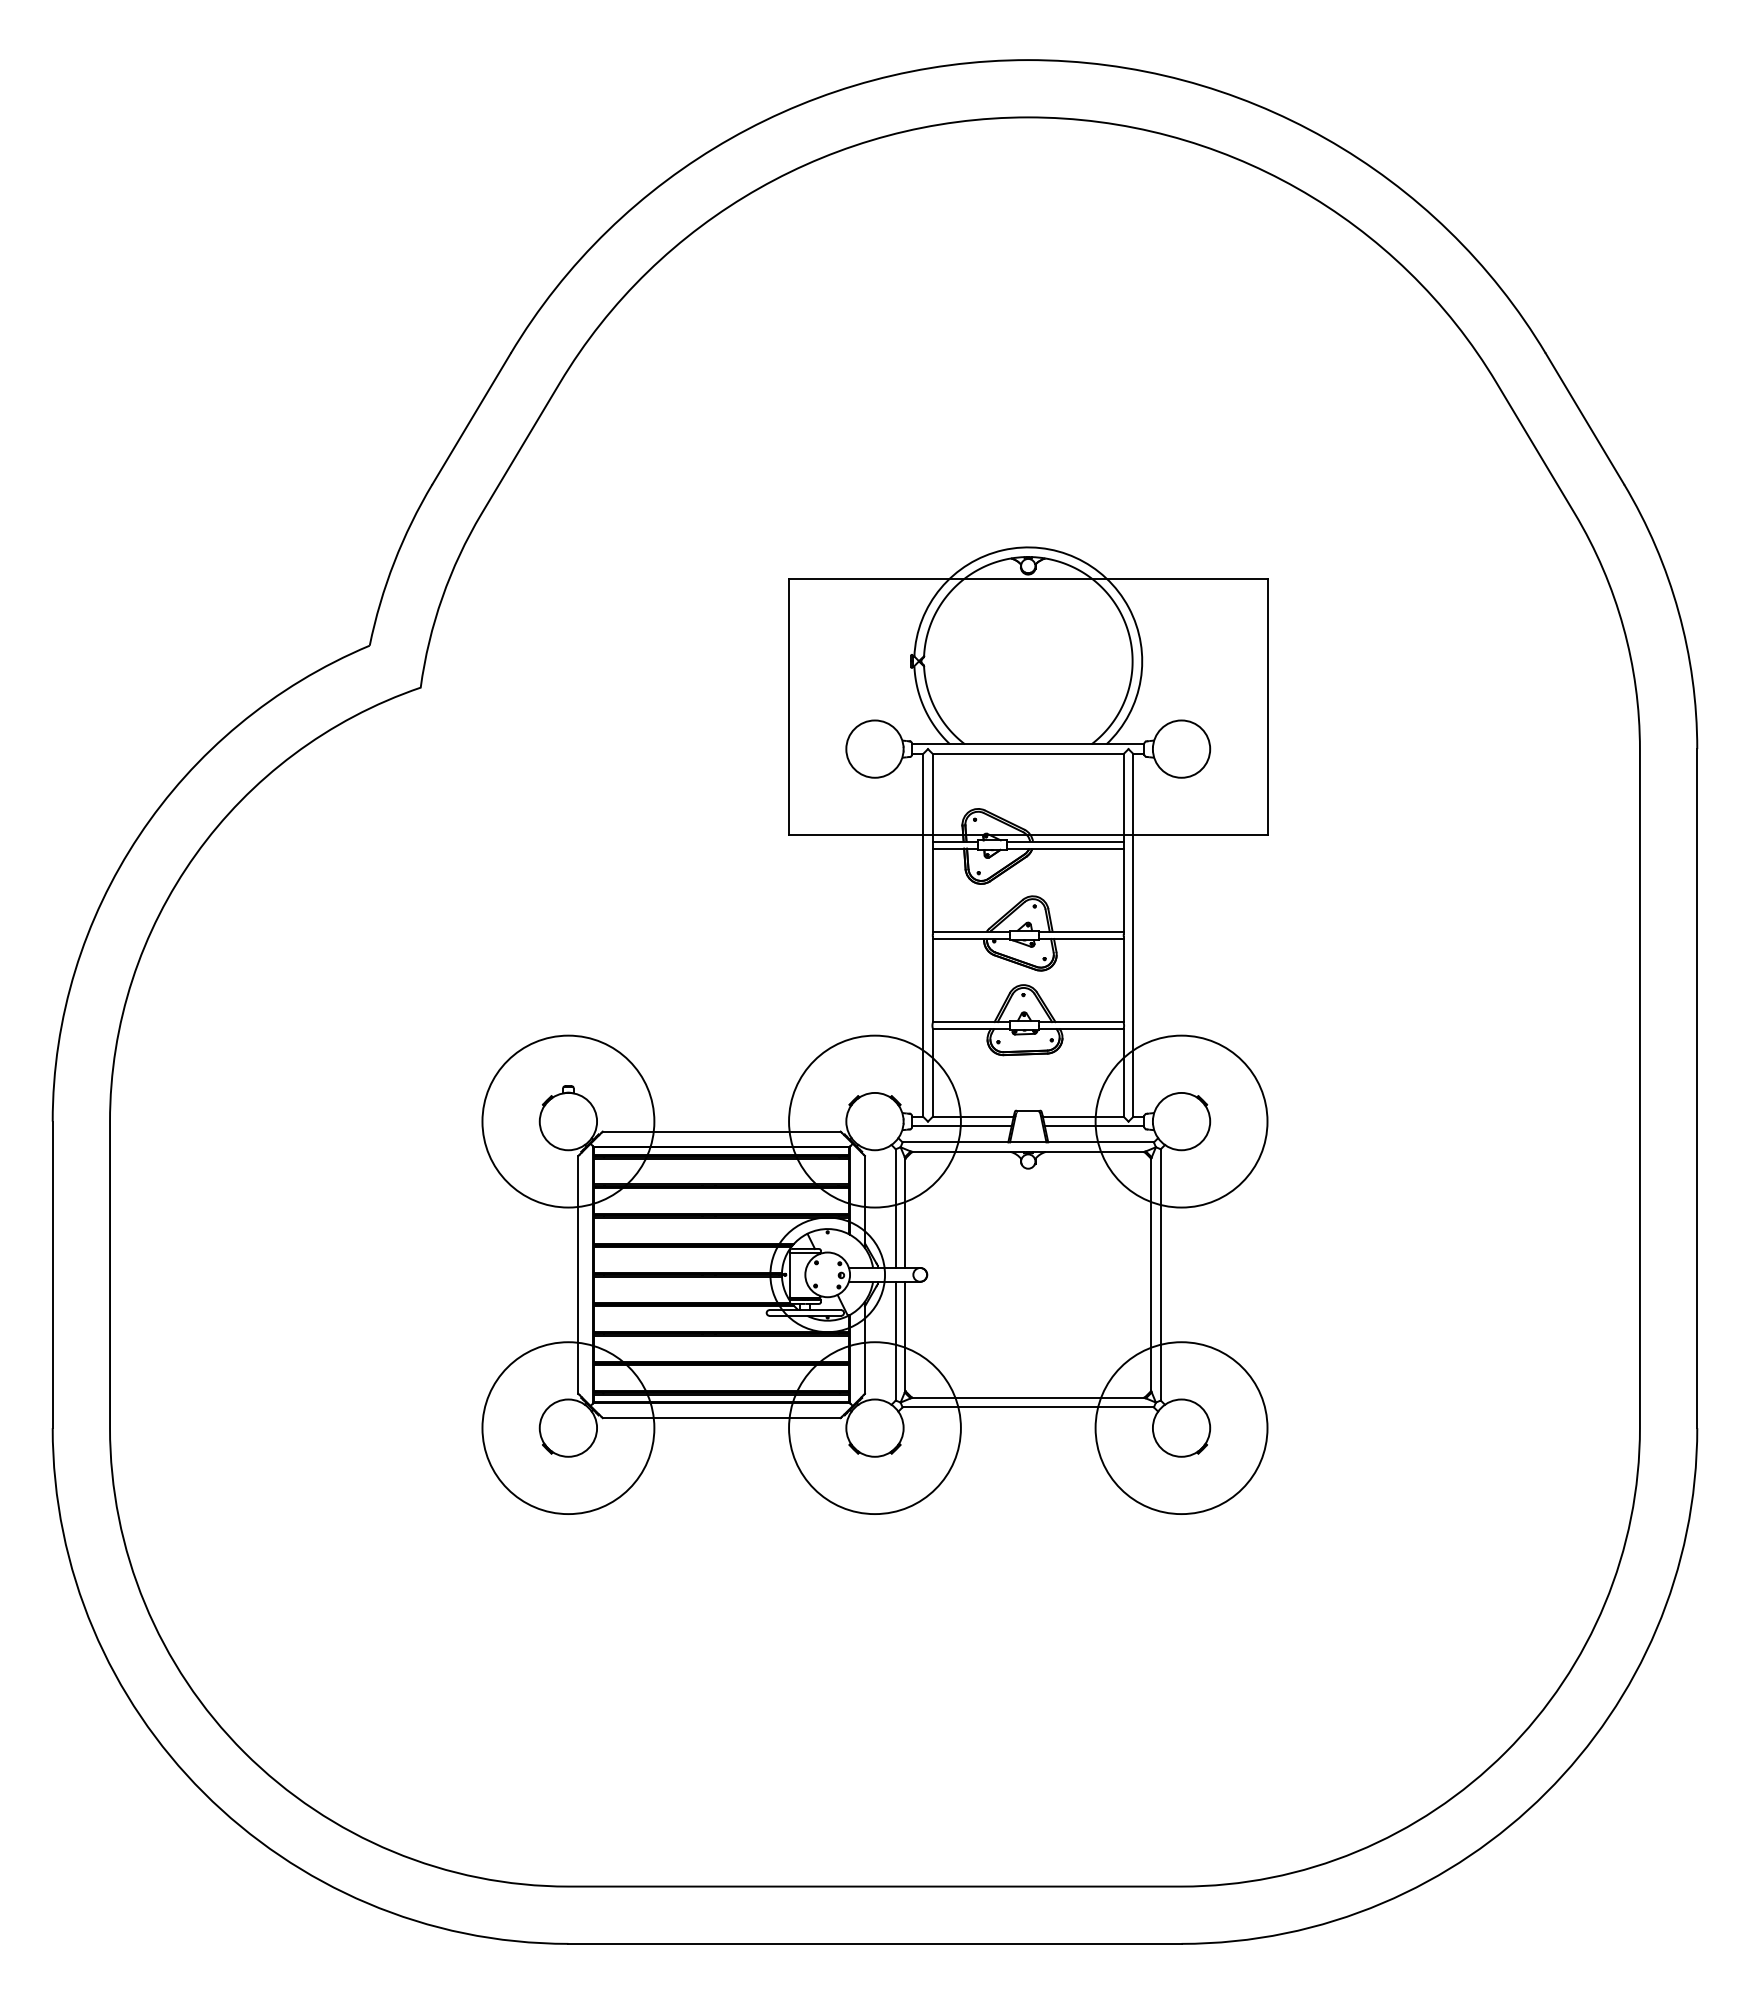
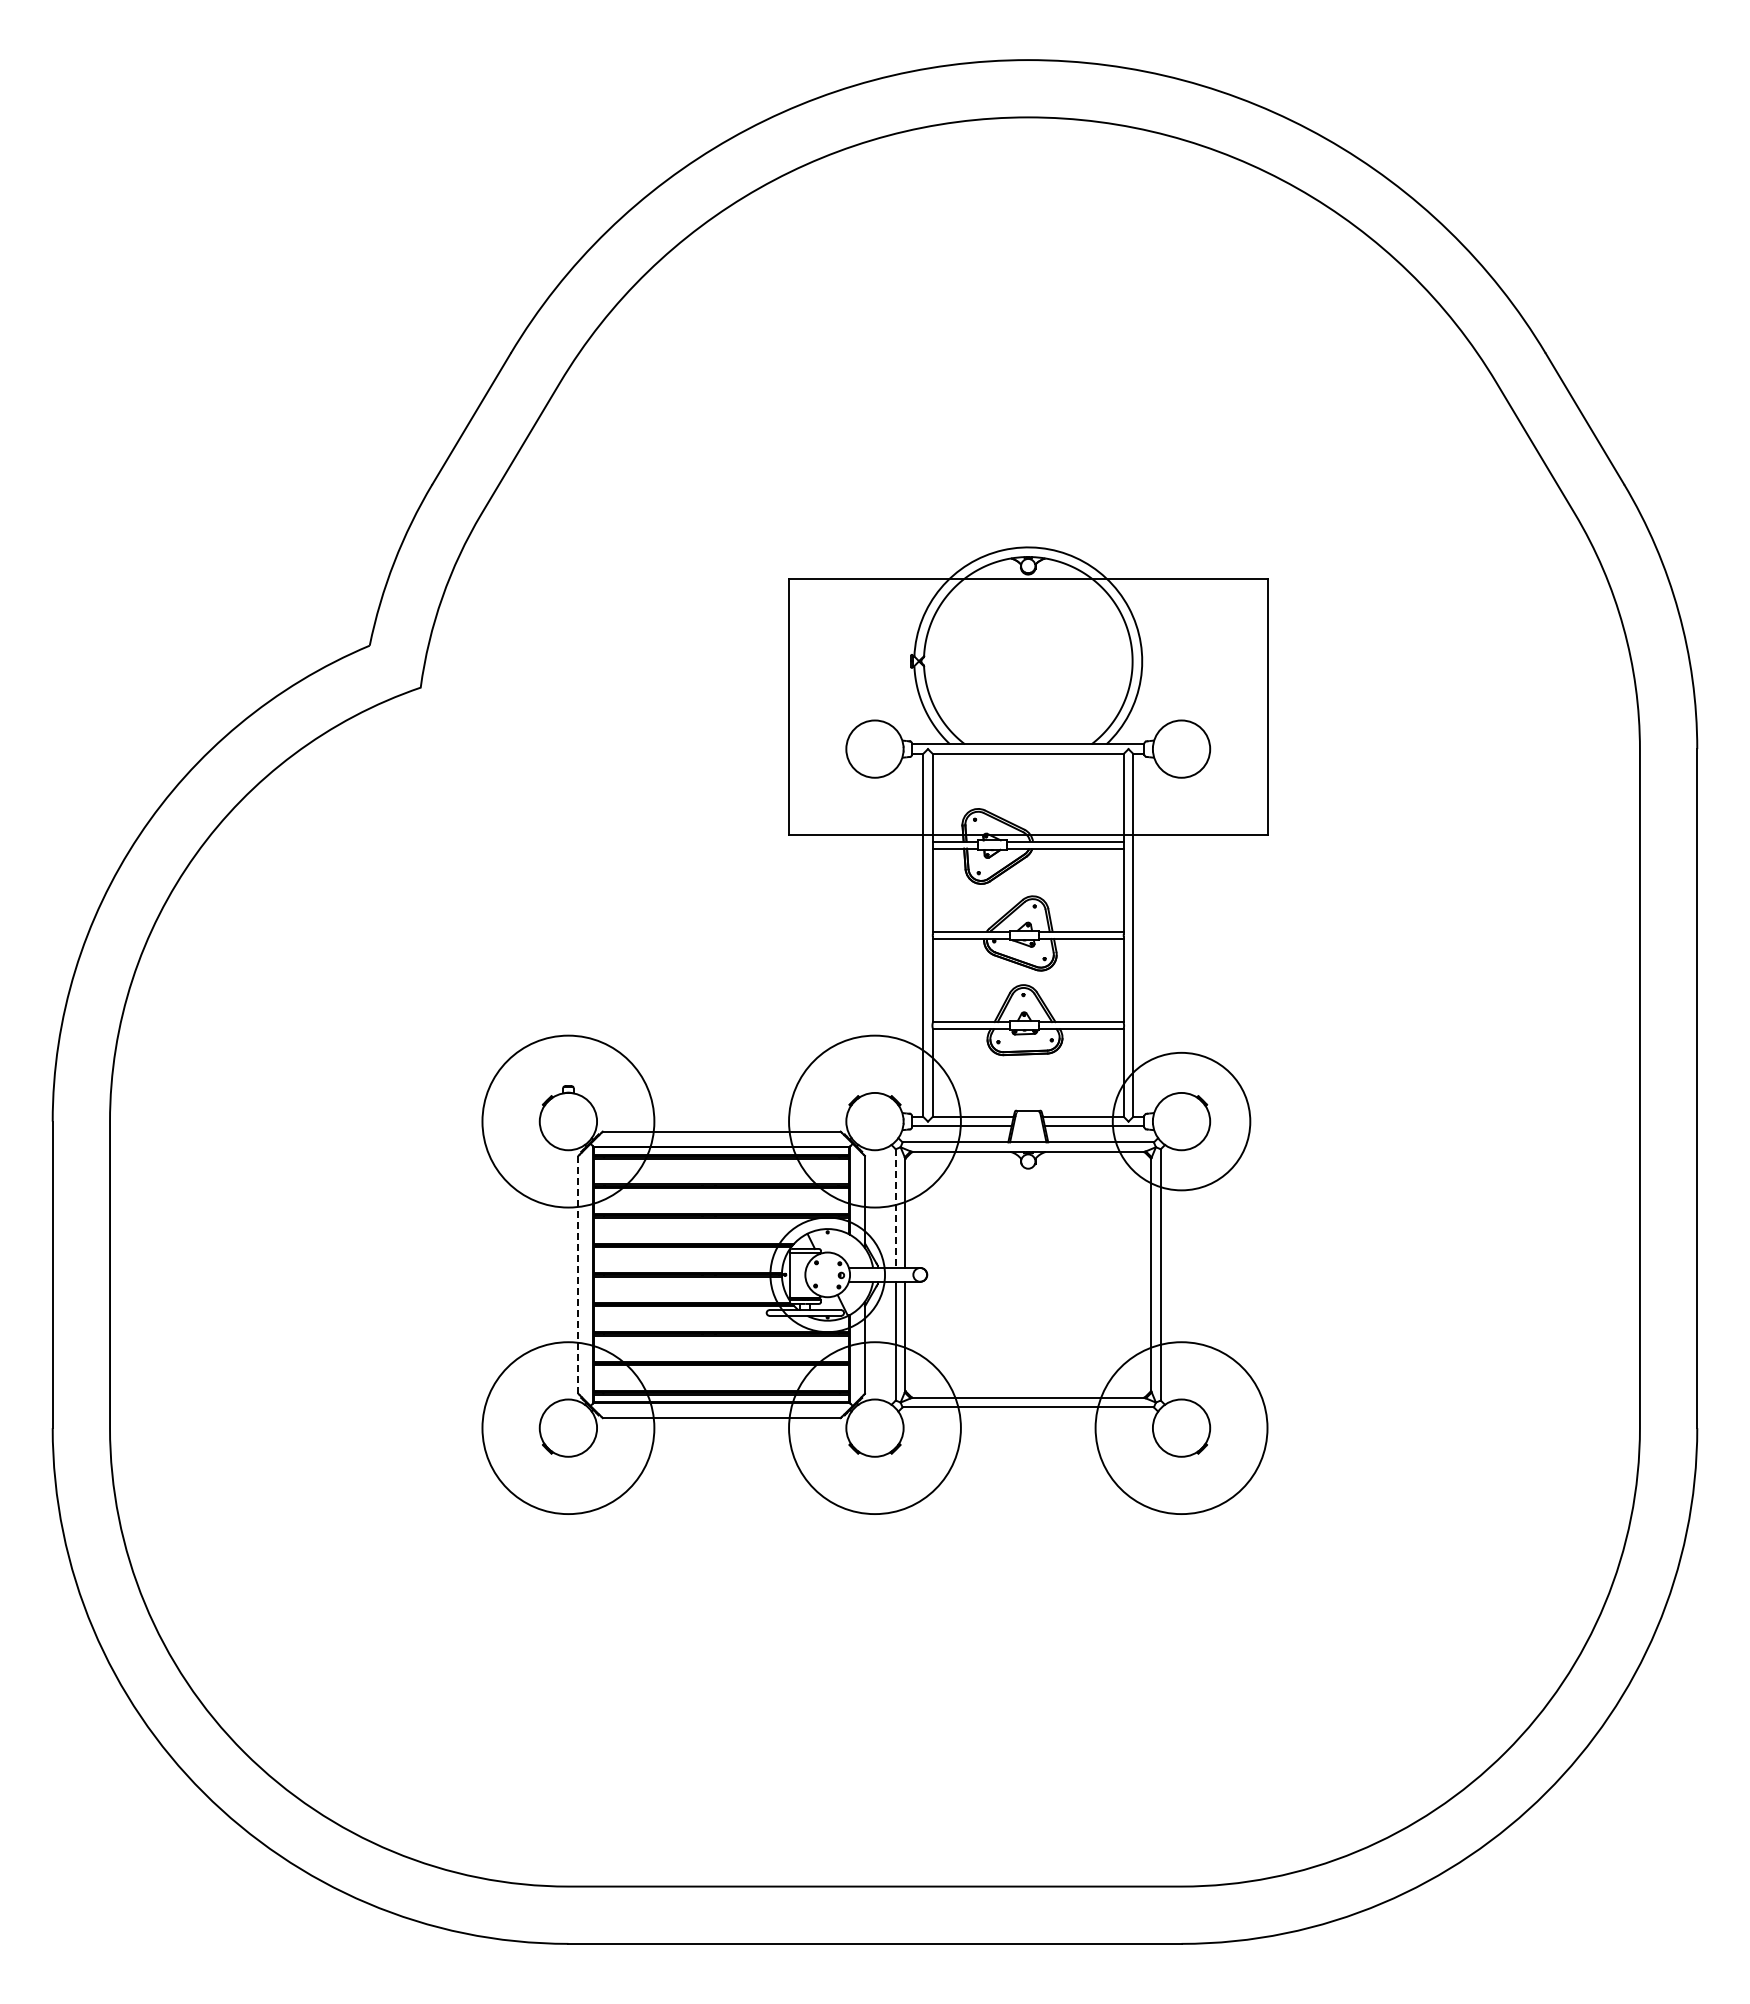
circle at (1181, 1121) diameter: 172 px -> 138 px
line at (895, 1209): solid -> dashed
line at (578, 1274): solid -> dashed
